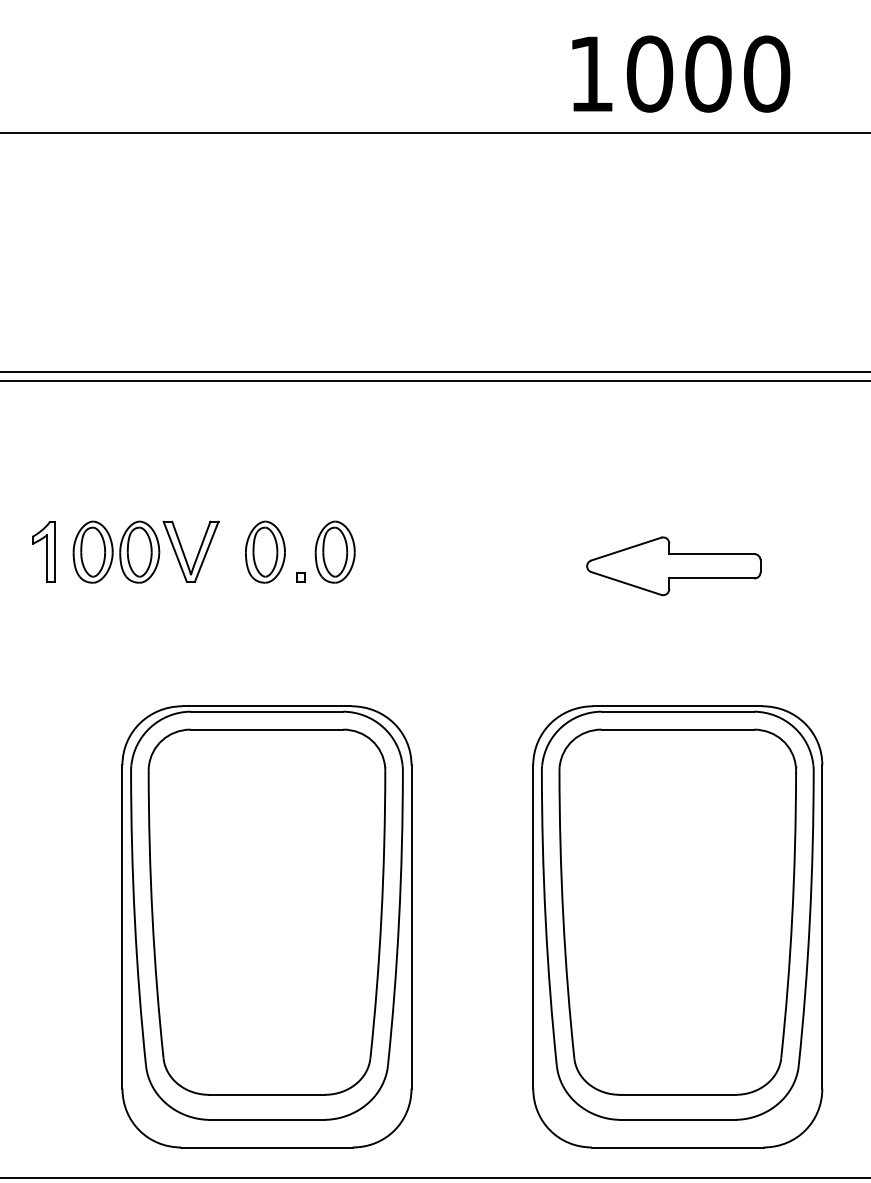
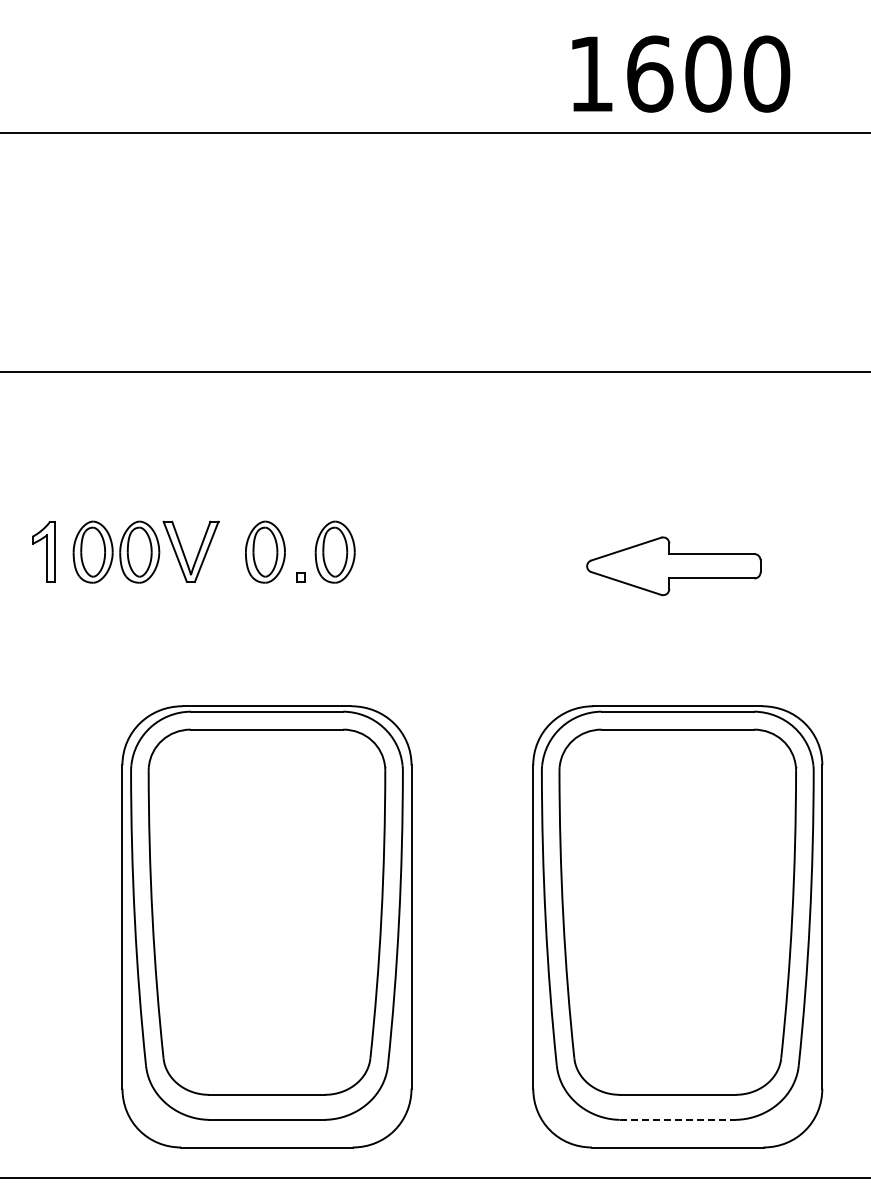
text at (649, 73): 1000 -> 1600
line at (434, 380): present -> none
line at (678, 1119): solid -> dashed
